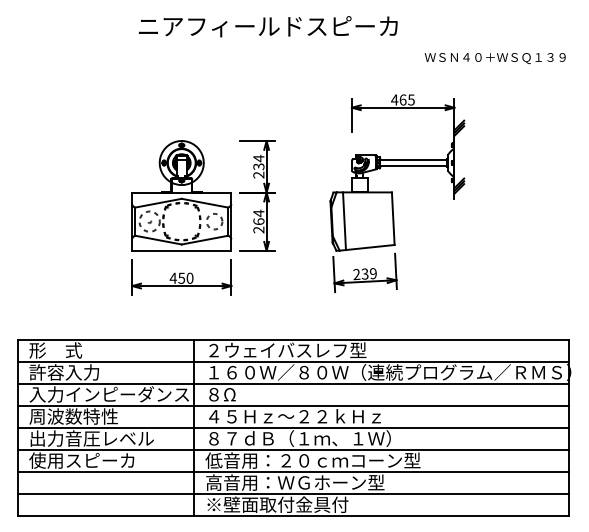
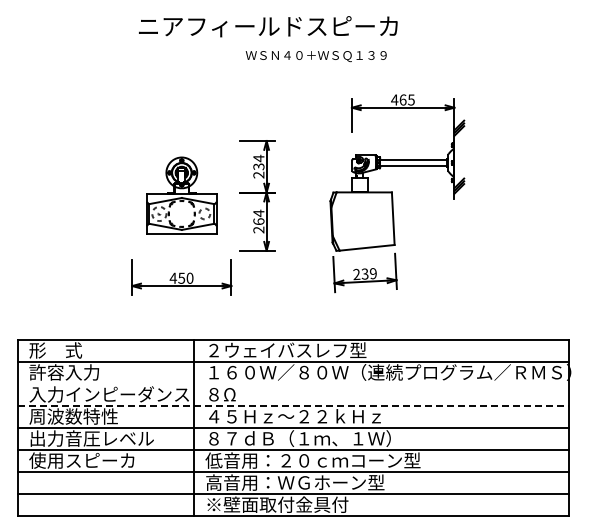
text at (494, 58) position: (494, 58) -> (315, 56)
part at (181, 195) size: 102x112 px -> 72x79 px
line at (344, 221): present -> none
line at (292, 383): present -> none
line at (293, 405): solid -> dashed
